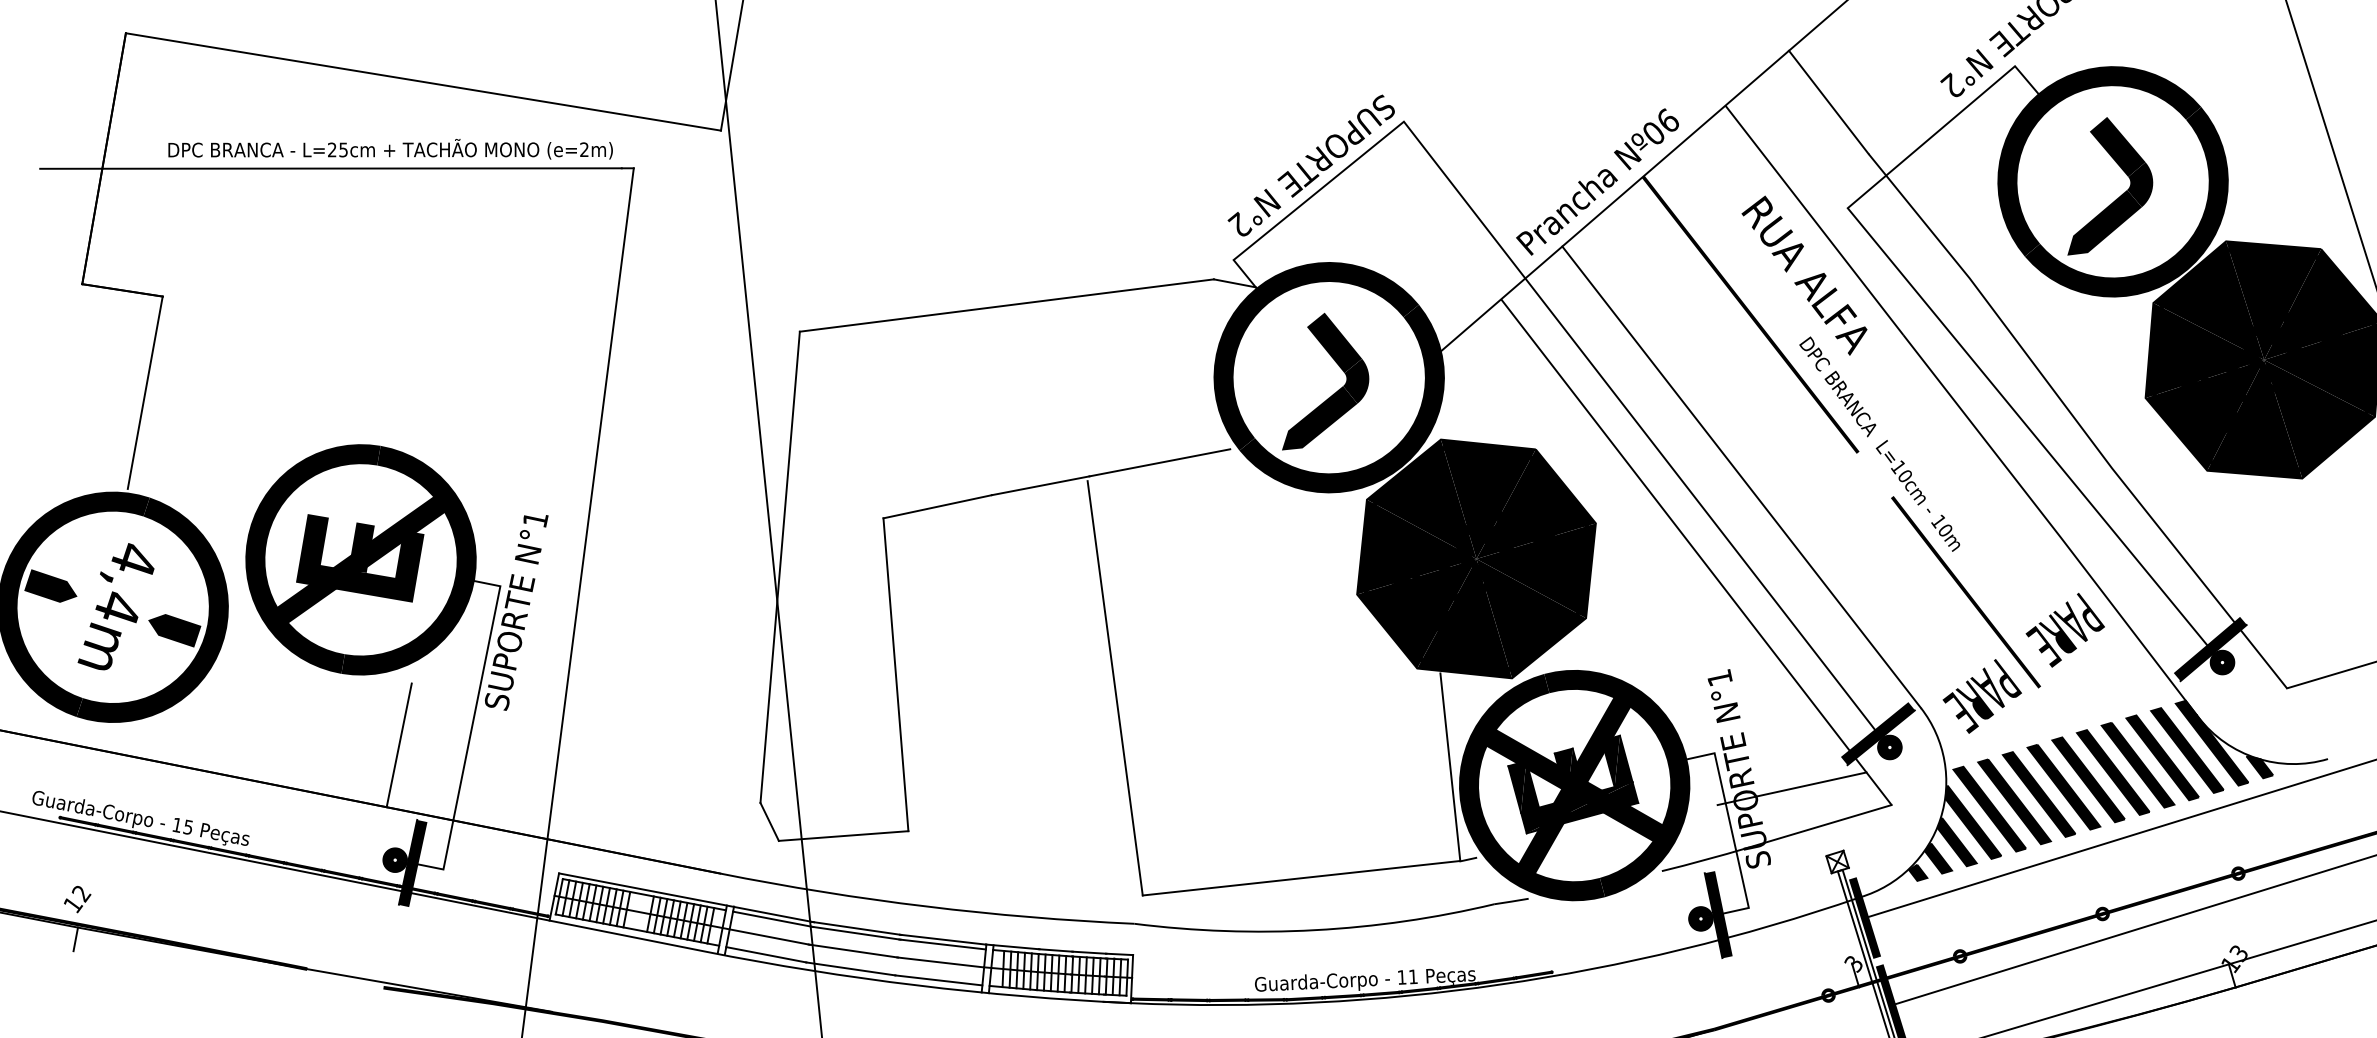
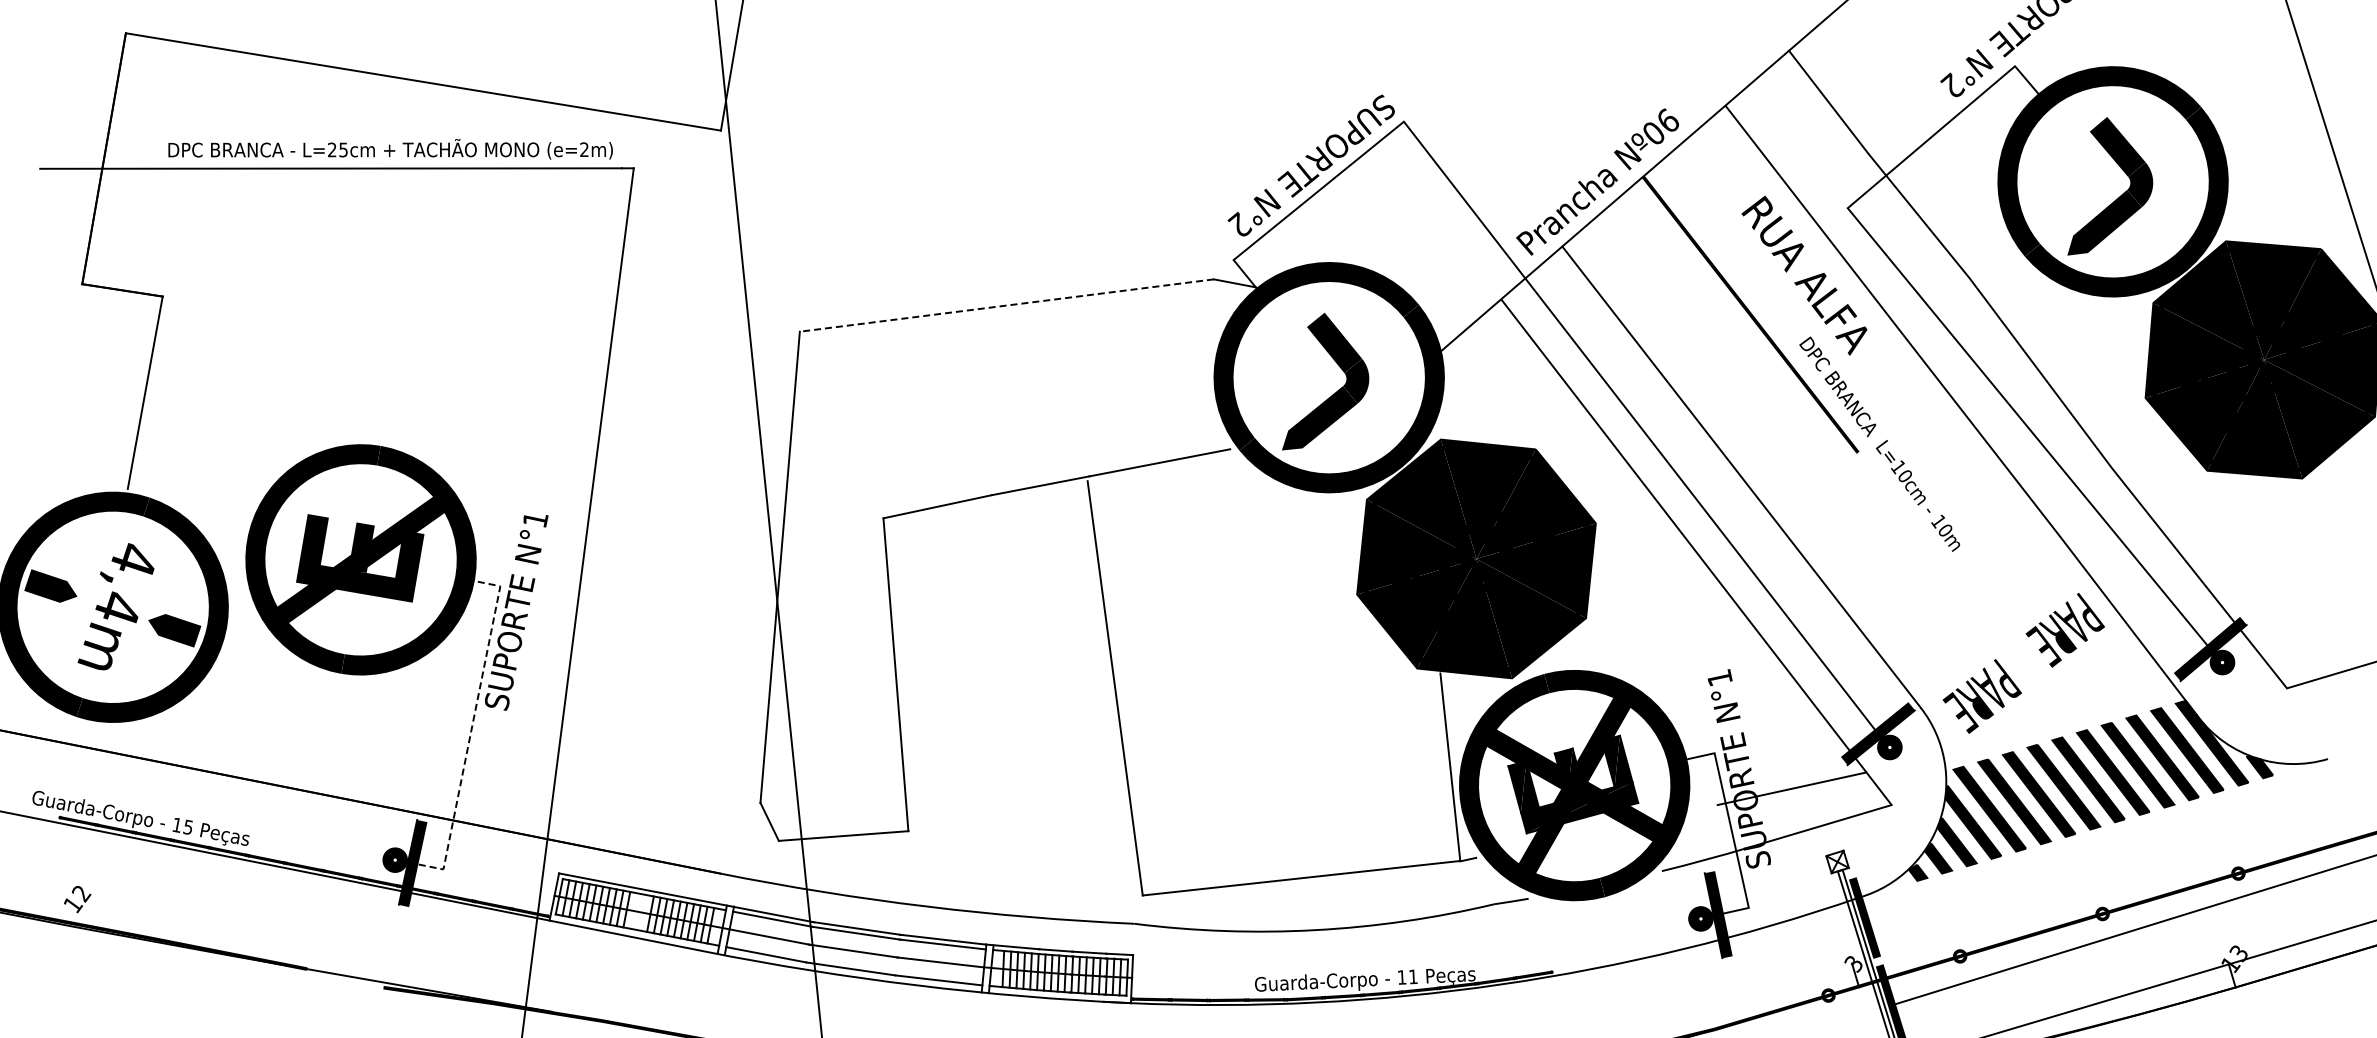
line at (1006, 305): solid -> dashed
line at (1965, 592): present -> none
line at (472, 727): solid -> dashed
line at (398, 745): present -> none
line at (2119, 839): present -> none
line at (75, 939): present -> none
